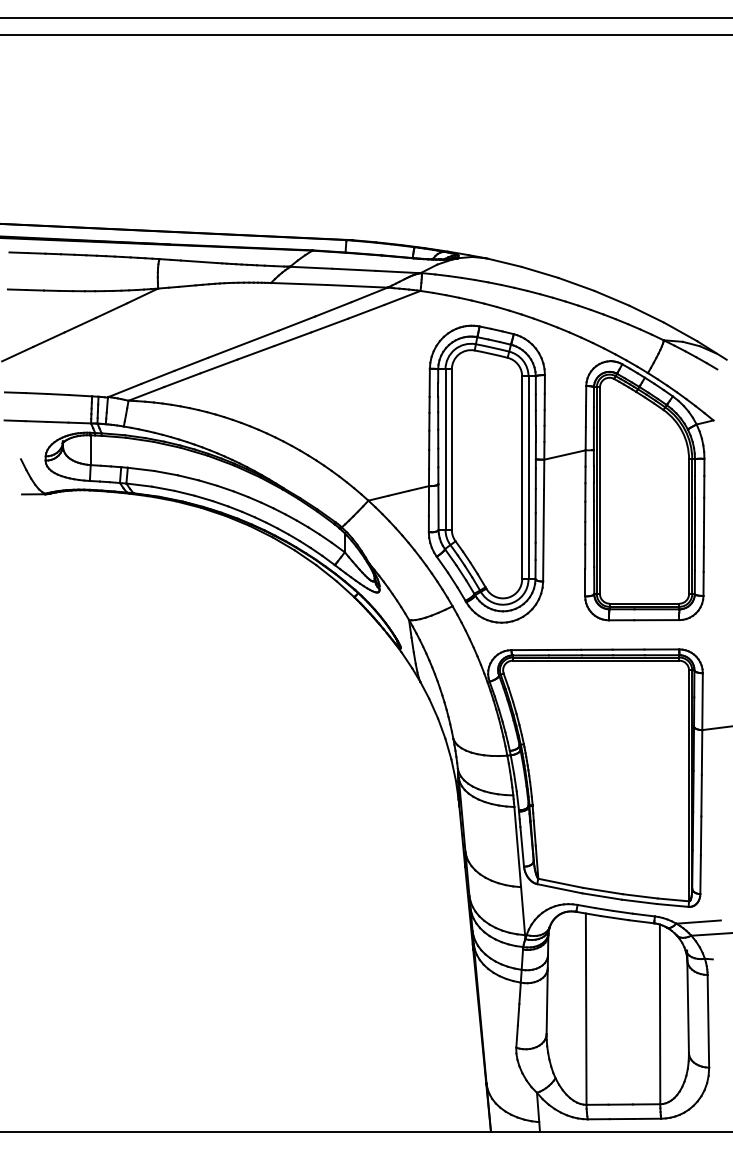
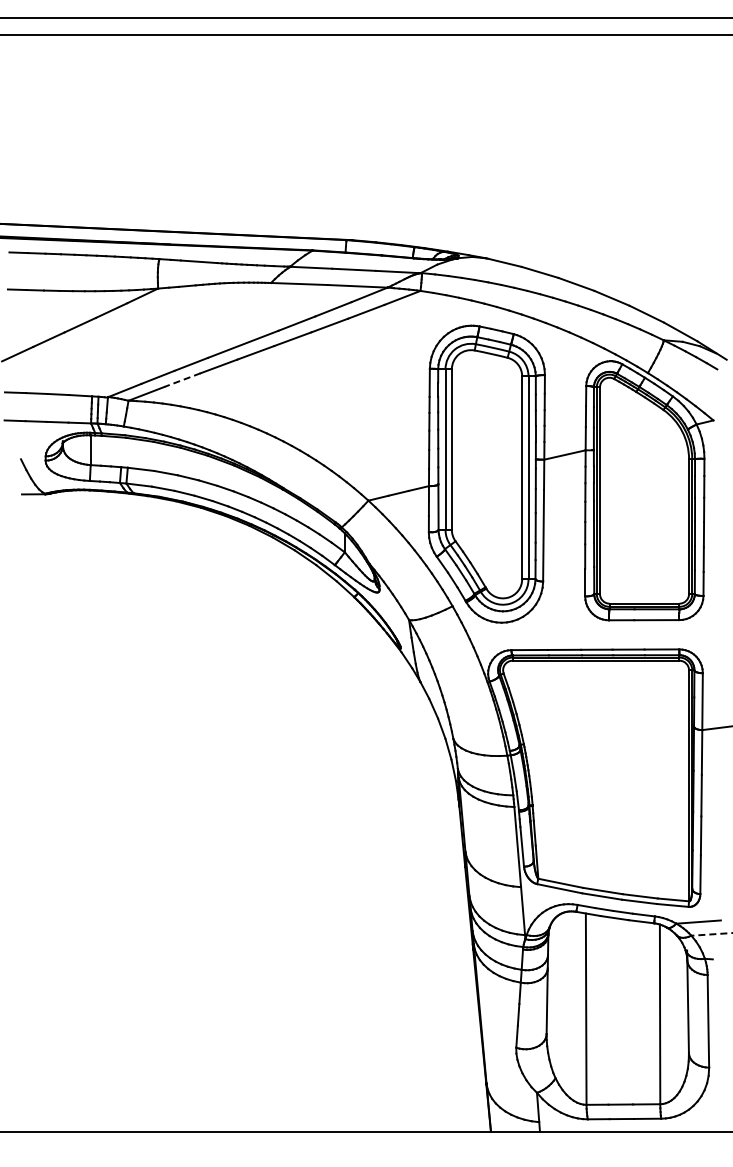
line at (181, 380): solid -> dashed
line at (711, 934): solid -> dashed
